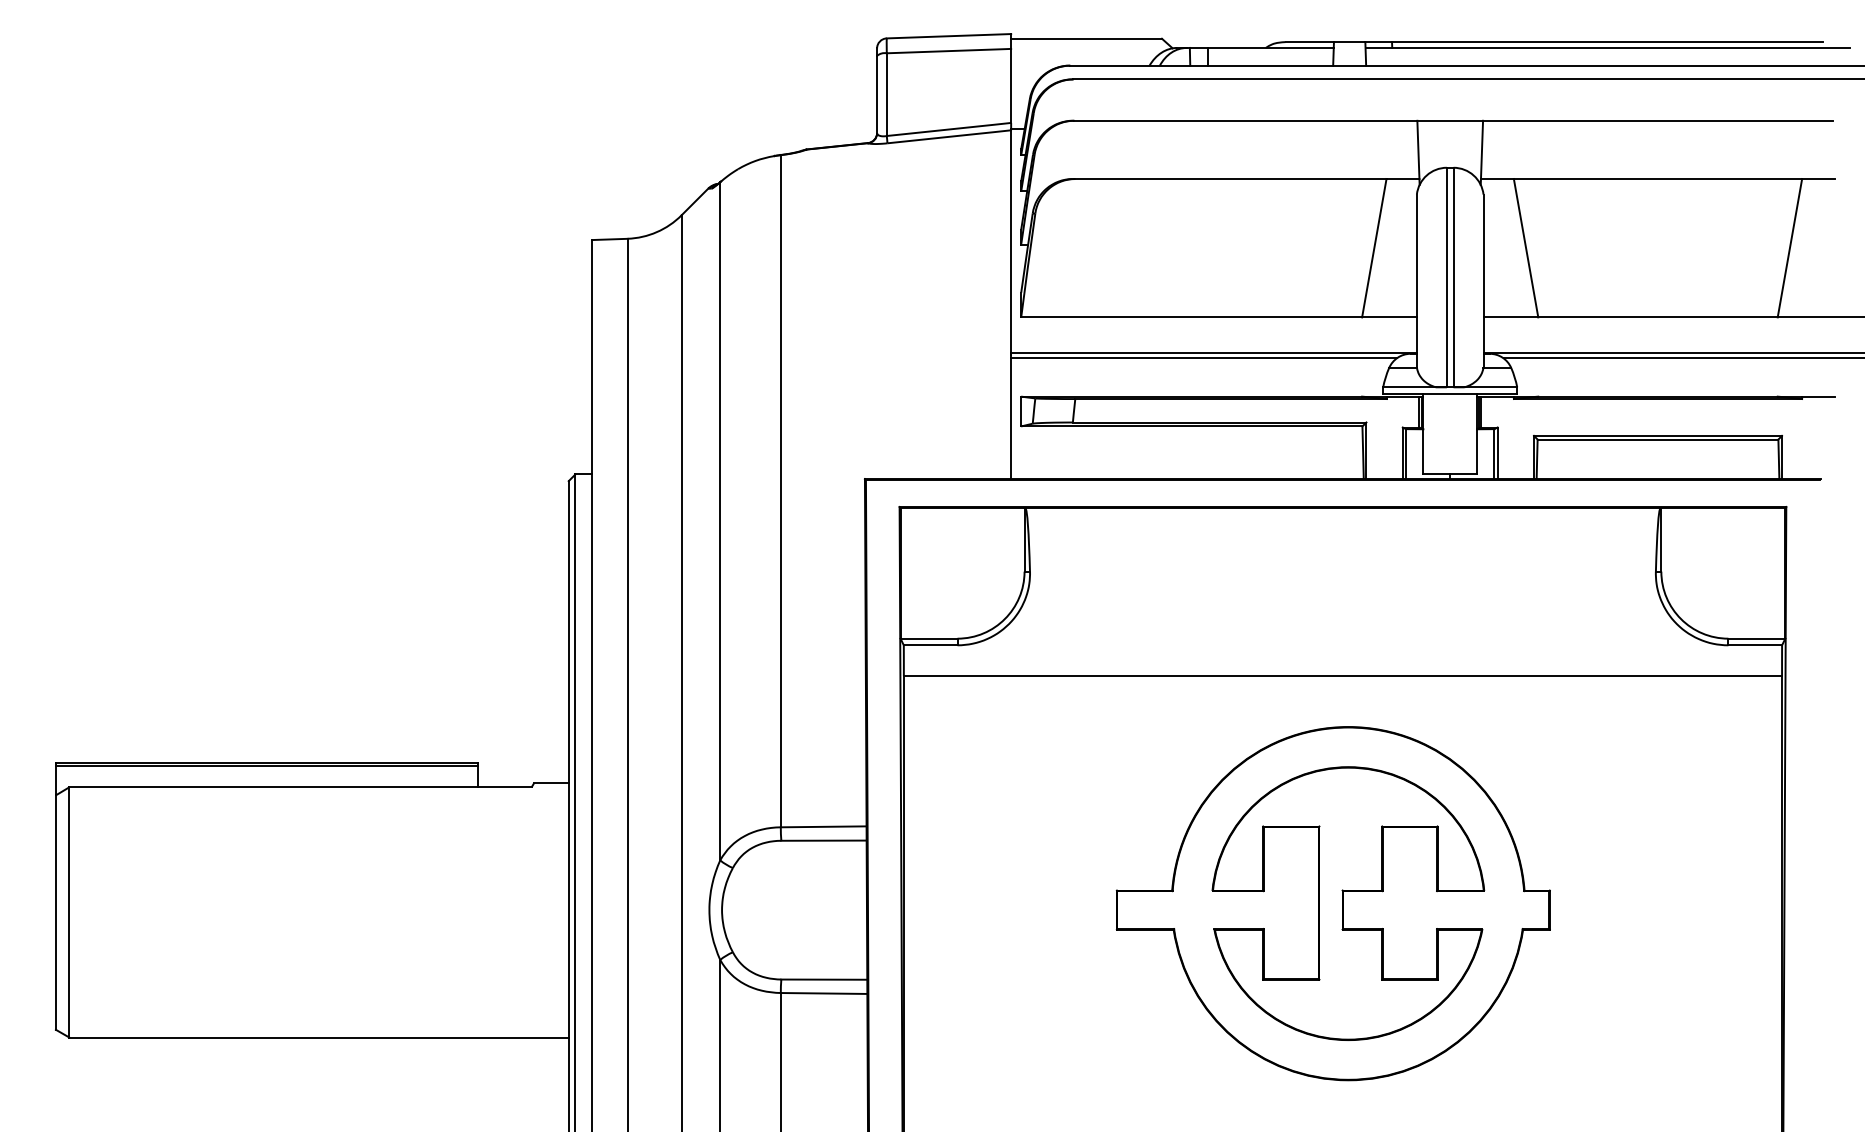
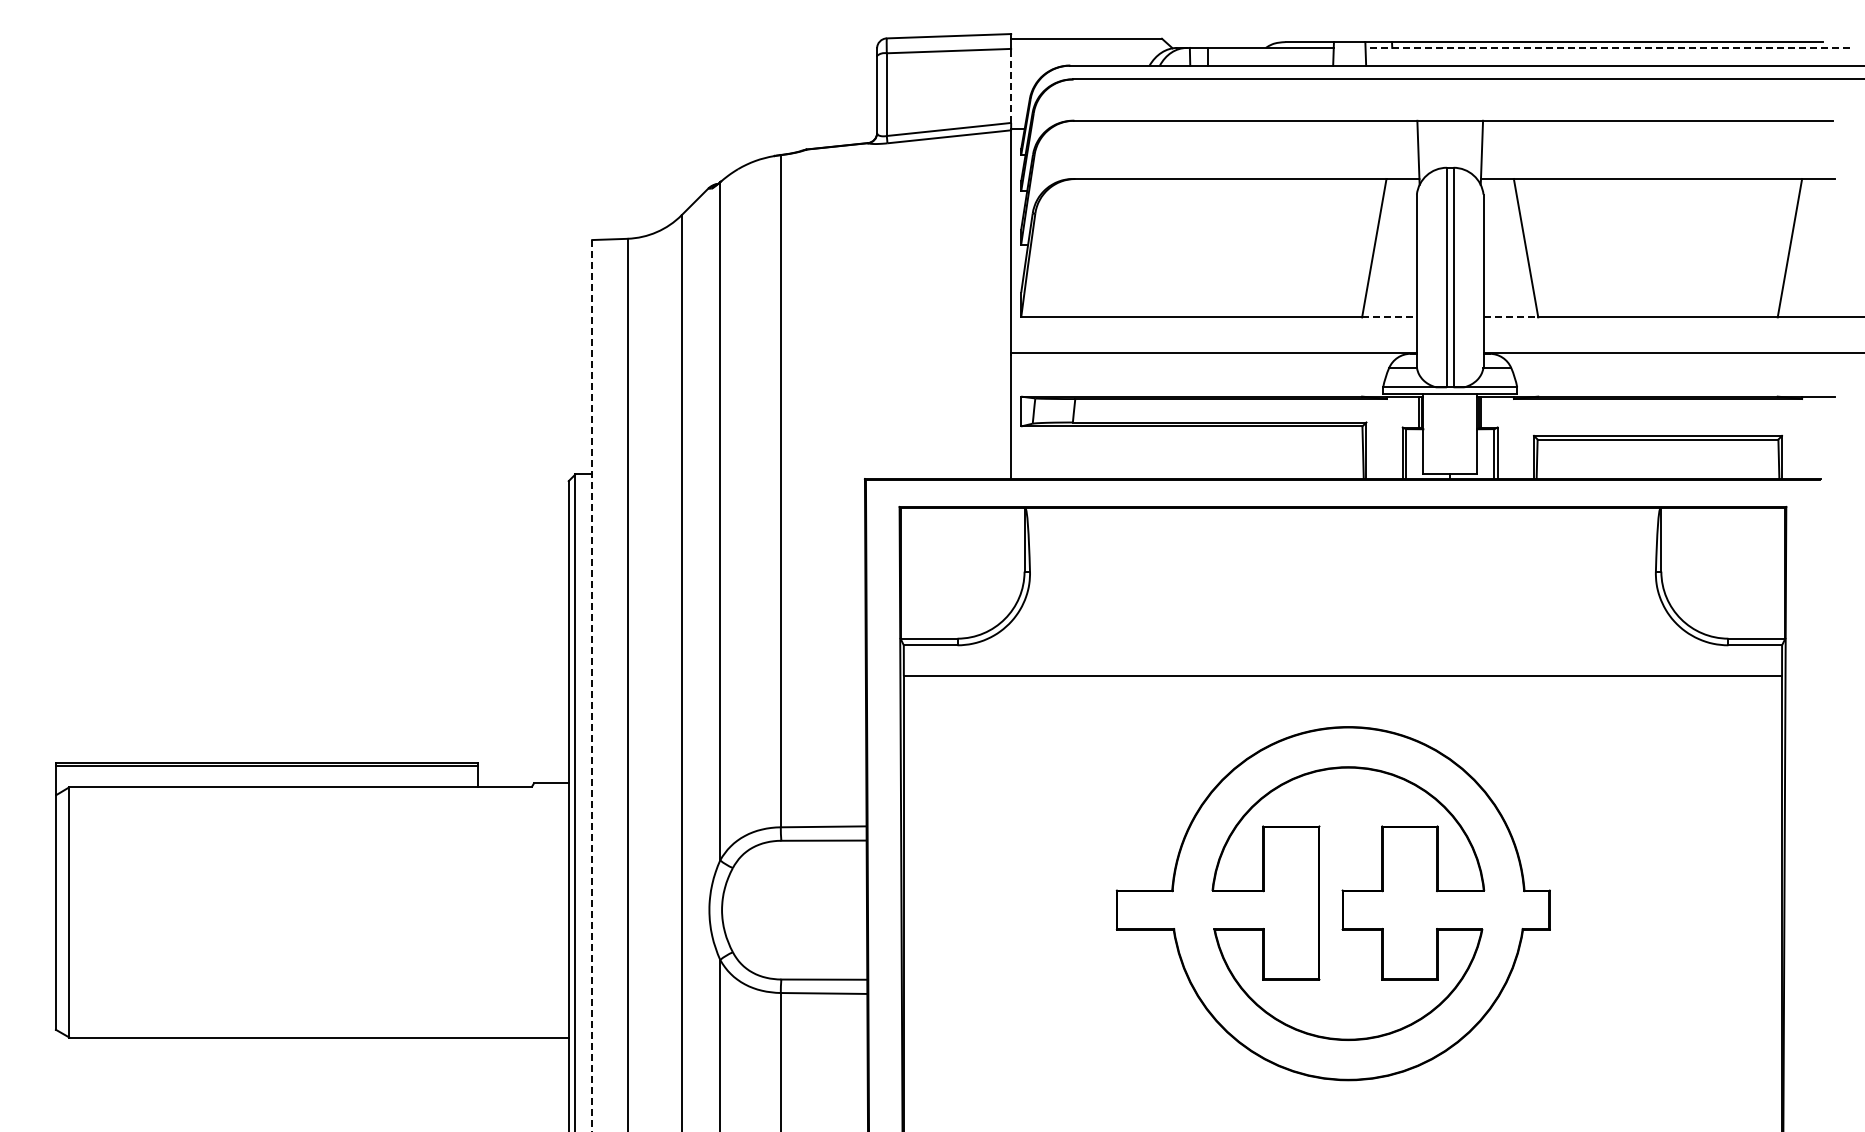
line at (1607, 47): solid -> dashed
line at (1011, 85): solid -> dashed
line at (1390, 317): solid -> dashed
line at (1511, 317): solid -> dashed
line at (1203, 358): present -> none
line at (1682, 358): present -> none
line at (592, 685): solid -> dashed
